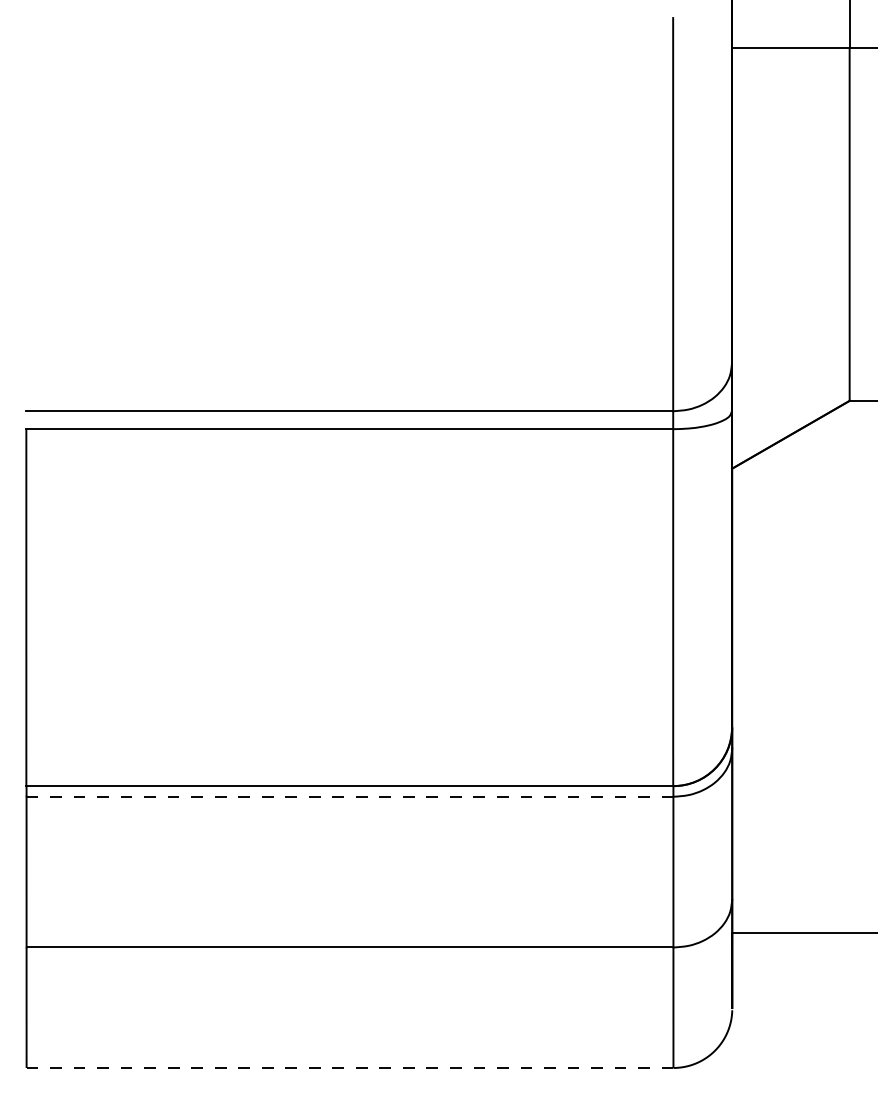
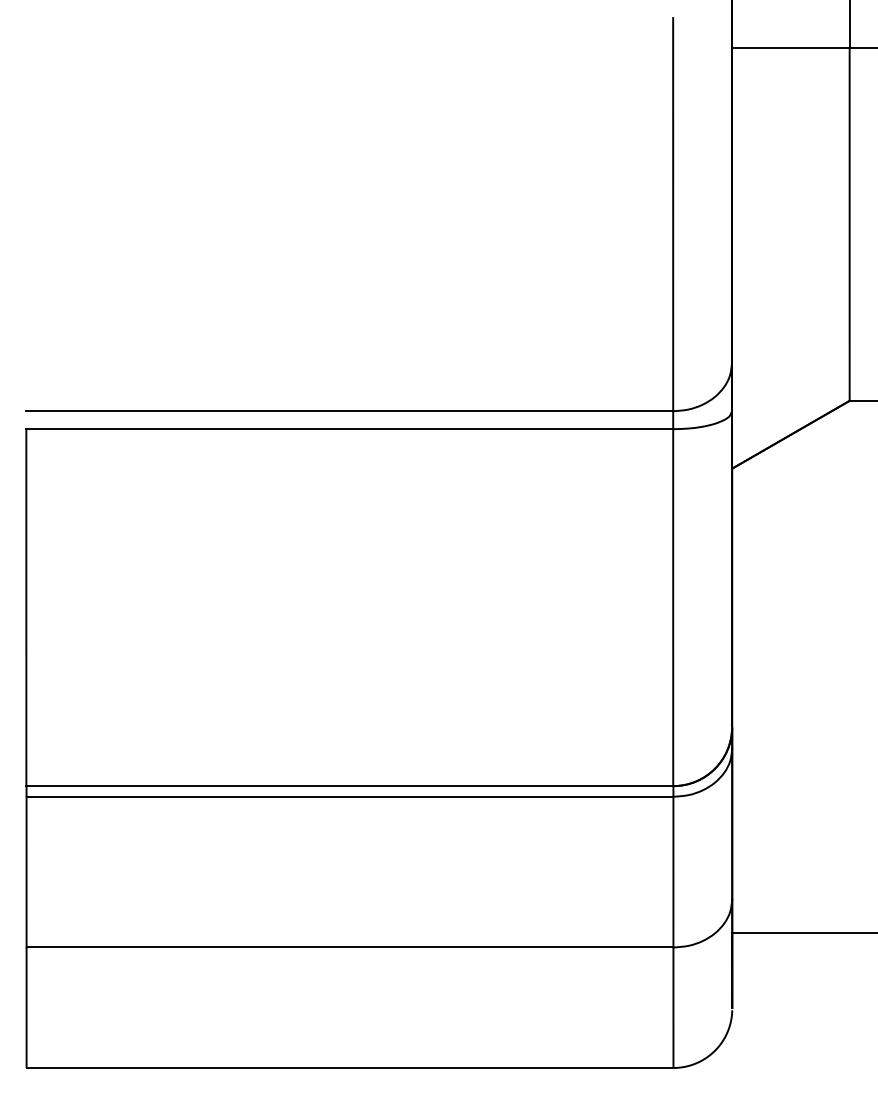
line at (349, 796): dashed -> solid
line at (349, 1067): dashed -> solid
